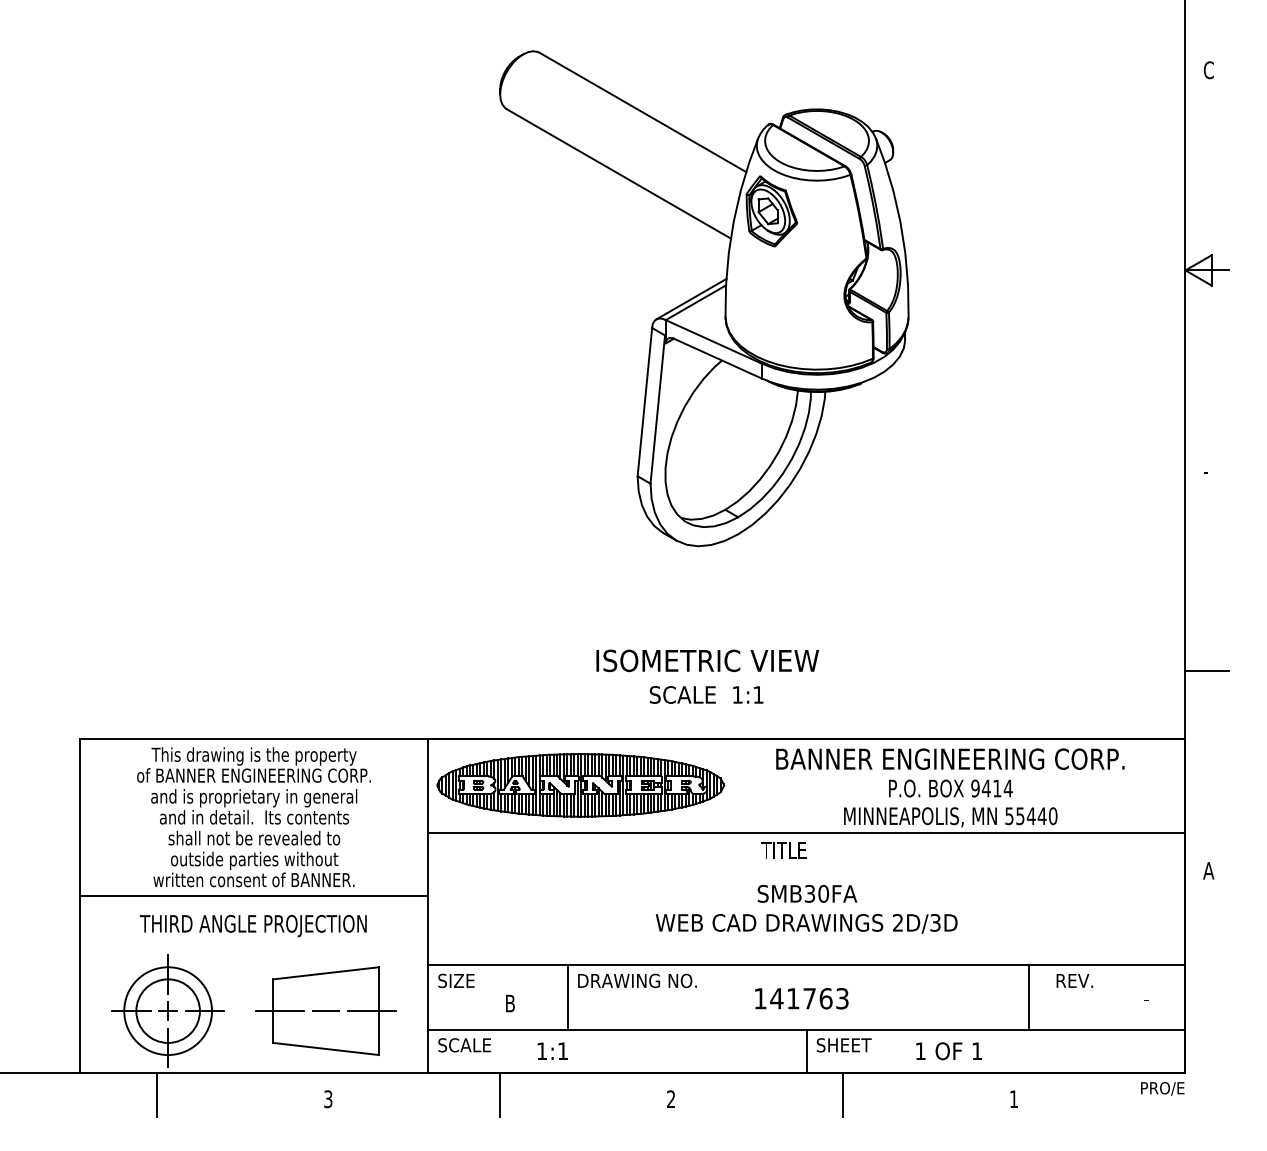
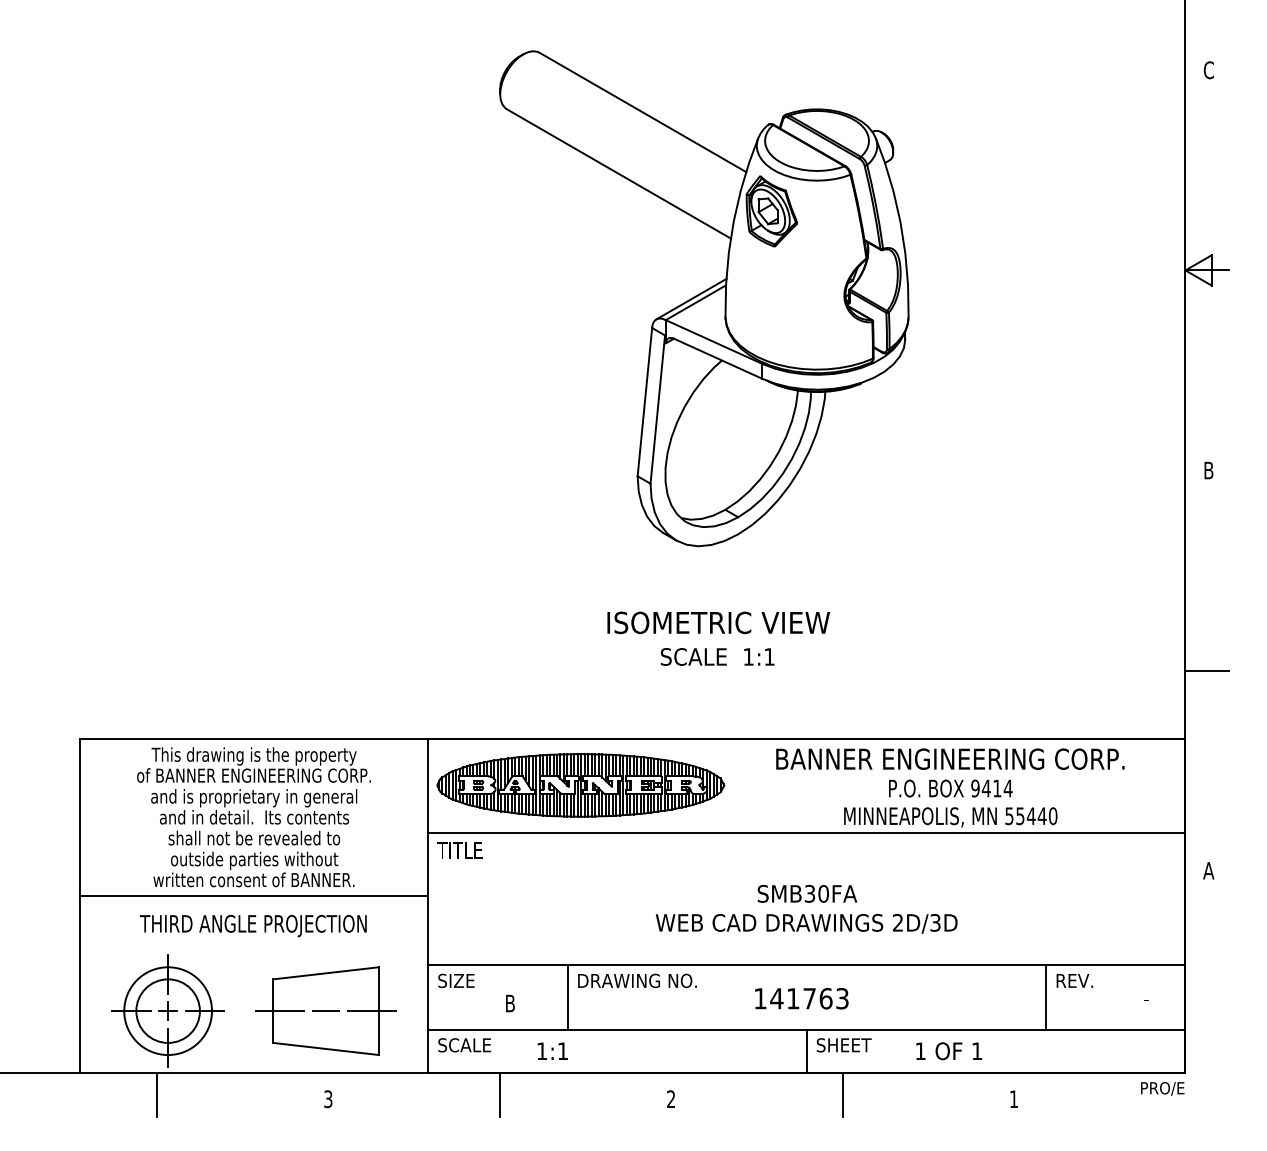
text at (1208, 470): - -> B
text at (707, 676) position: (707, 676) -> (718, 638)
text at (783, 850) position: (783, 850) -> (459, 850)
line at (1029, 997) position: (1029, 997) -> (1046, 997)
